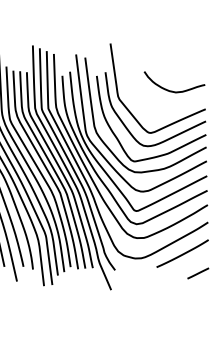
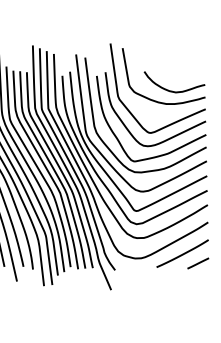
curve at (156, 100): none -> present
line at (198, 273) position: (198, 273) -> (198, 263)
